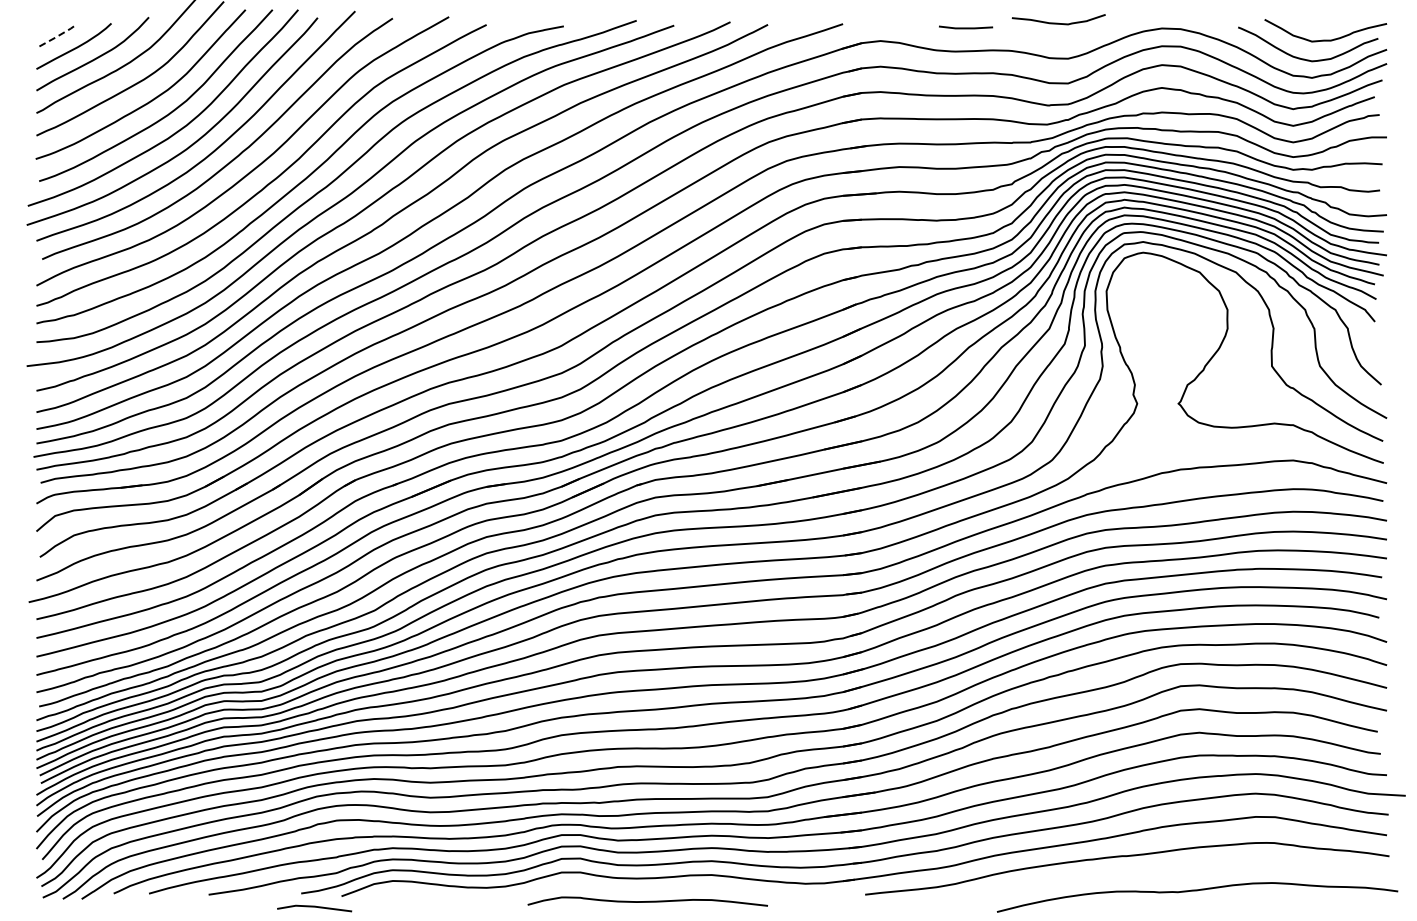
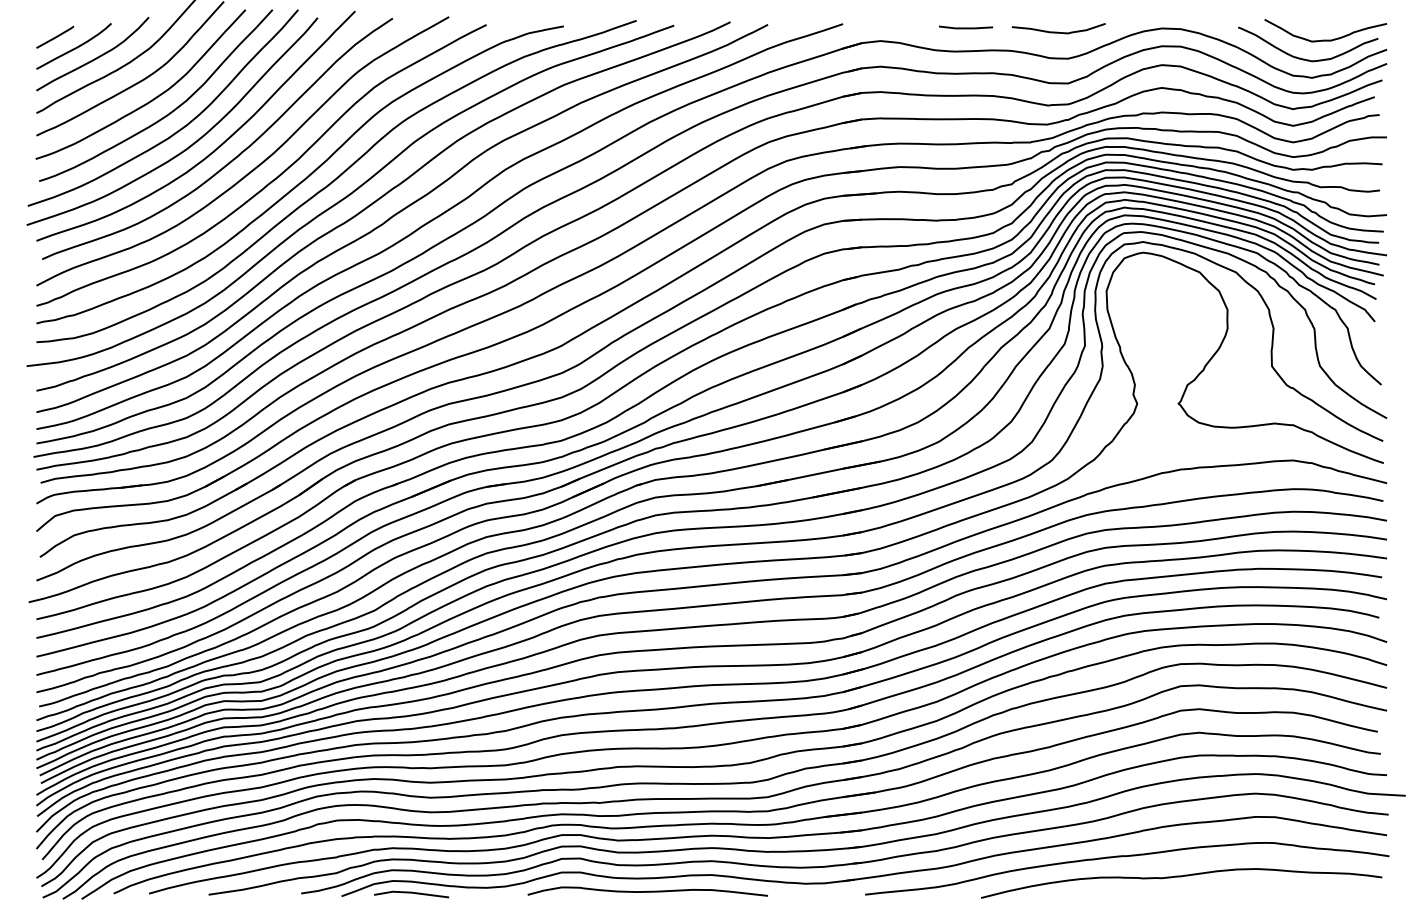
curve at (1058, 22) position: (1058, 22) -> (1058, 31)
line at (55, 37): dashed -> solid
curve at (1197, 891) position: (1197, 891) -> (1181, 877)
curve at (647, 901) position: (647, 901) -> (647, 891)
line at (314, 907) position: (314, 907) -> (411, 893)
